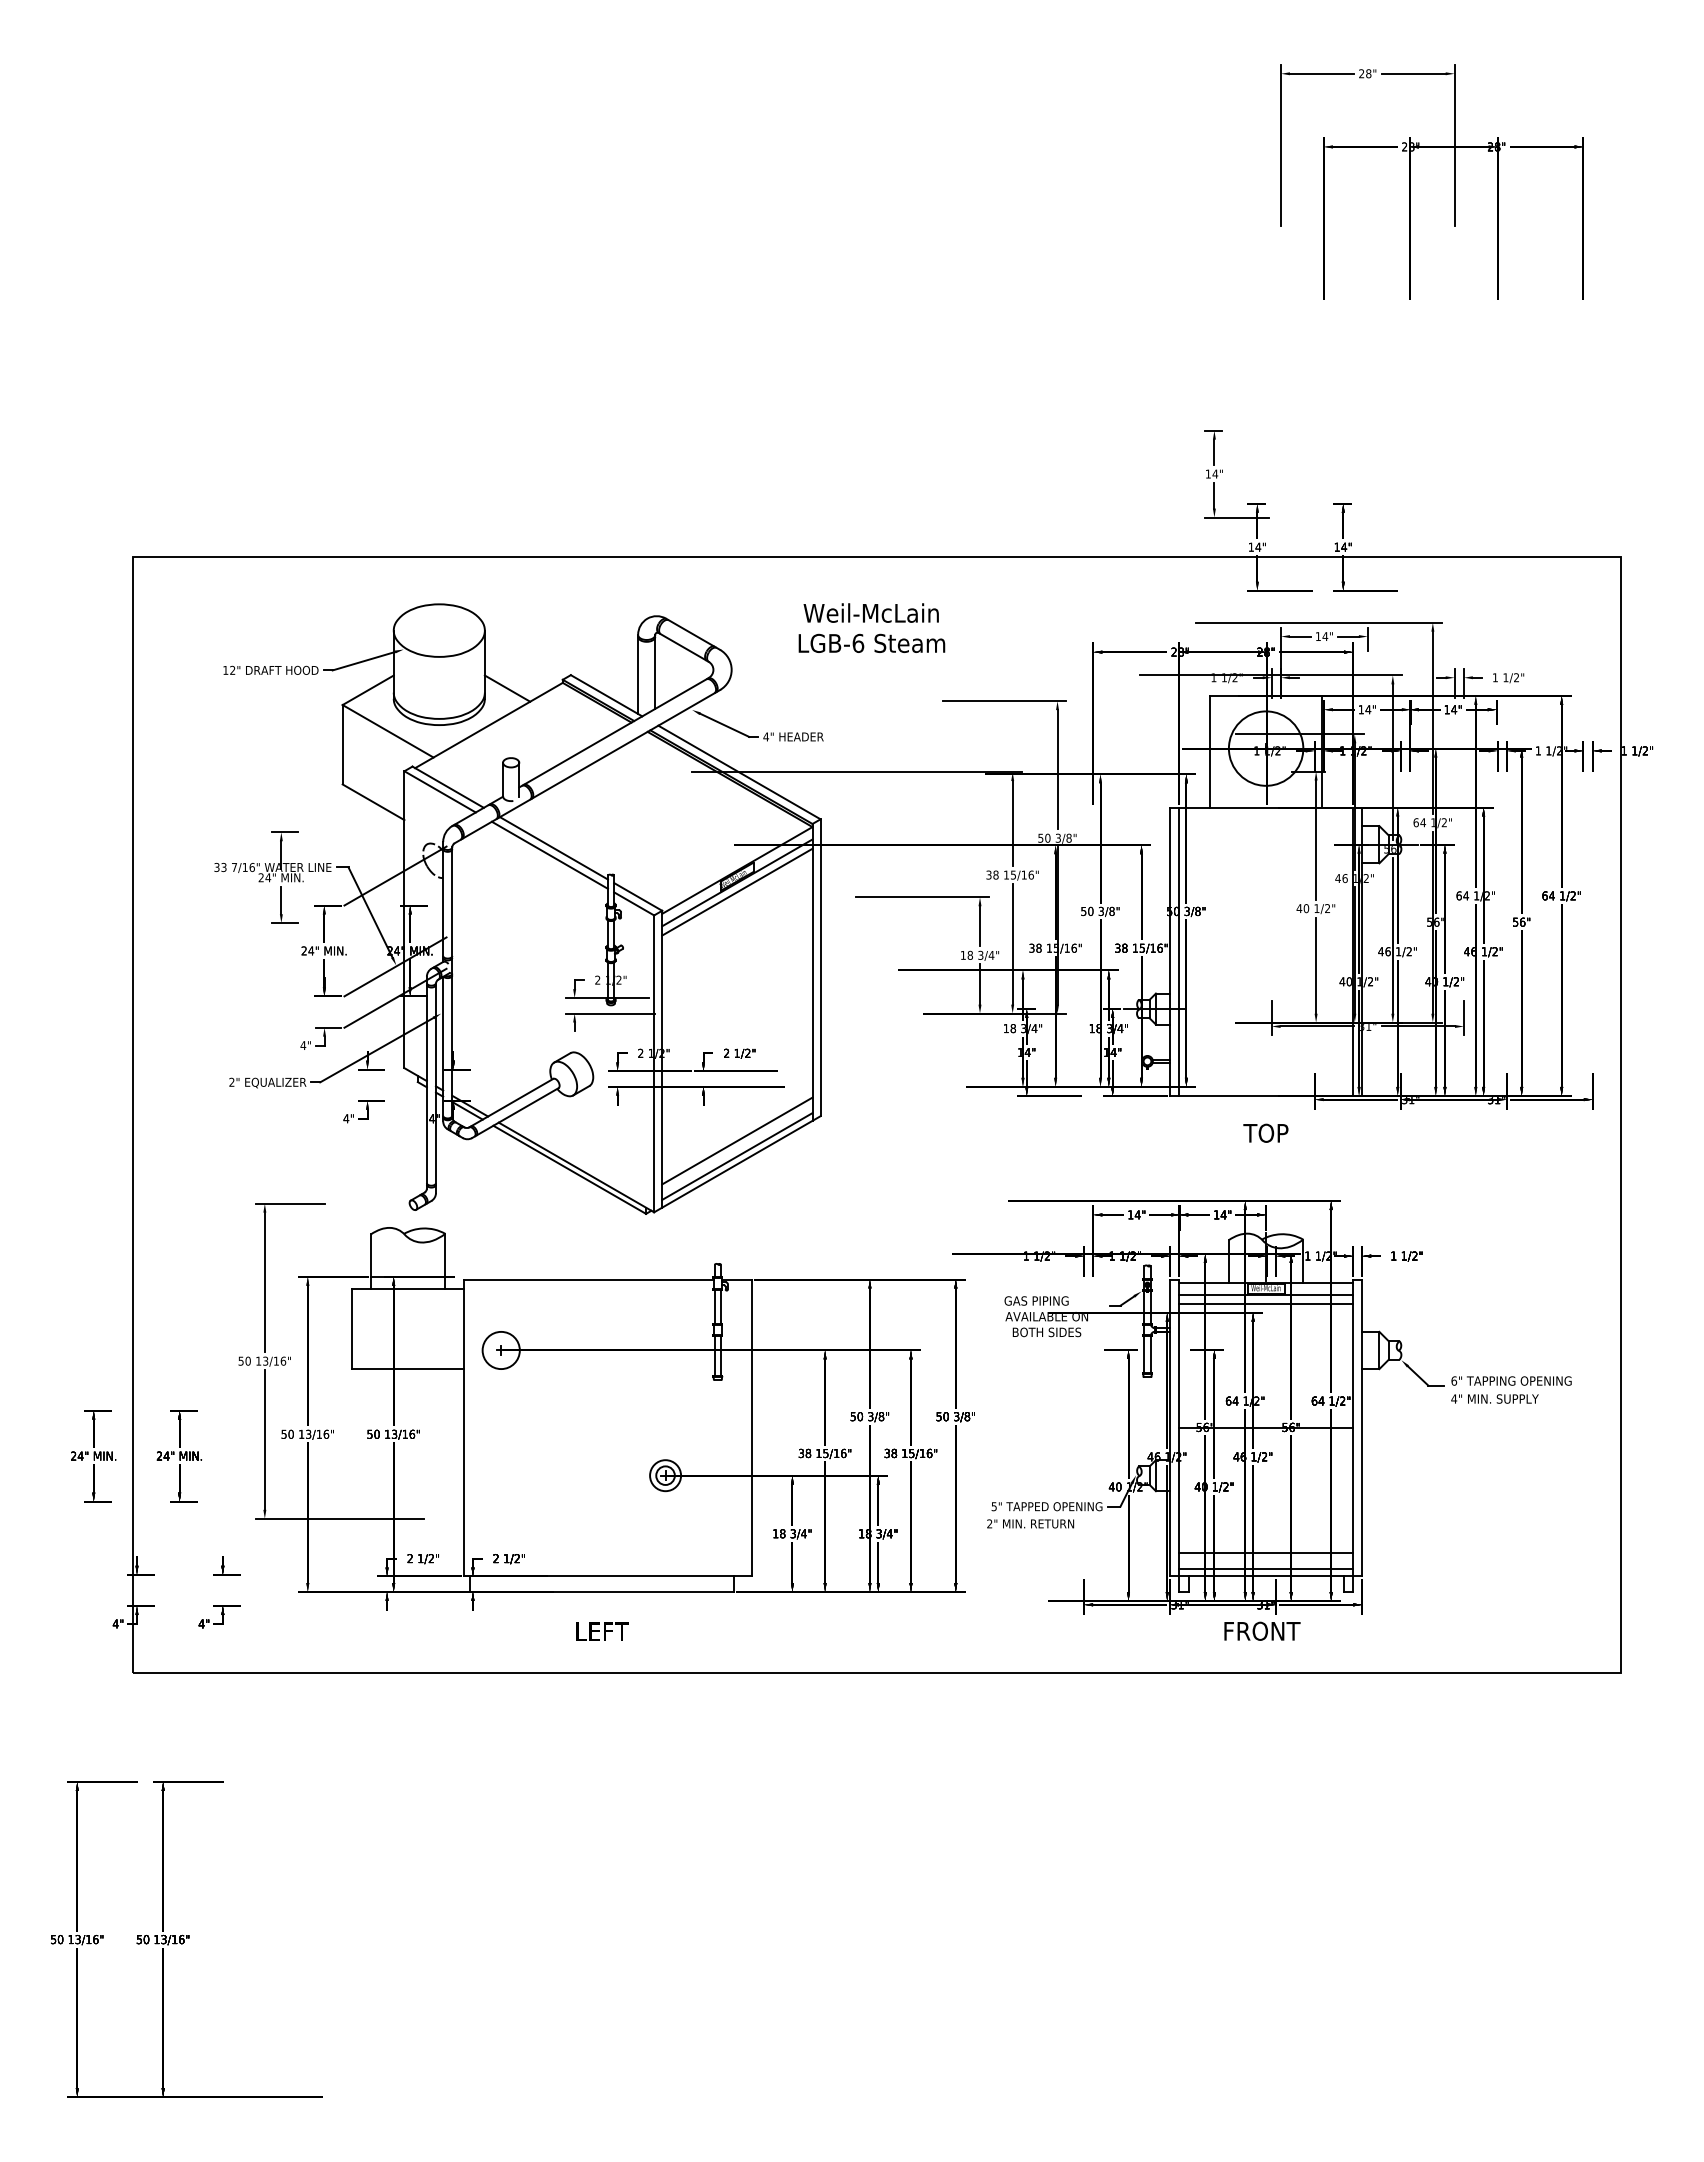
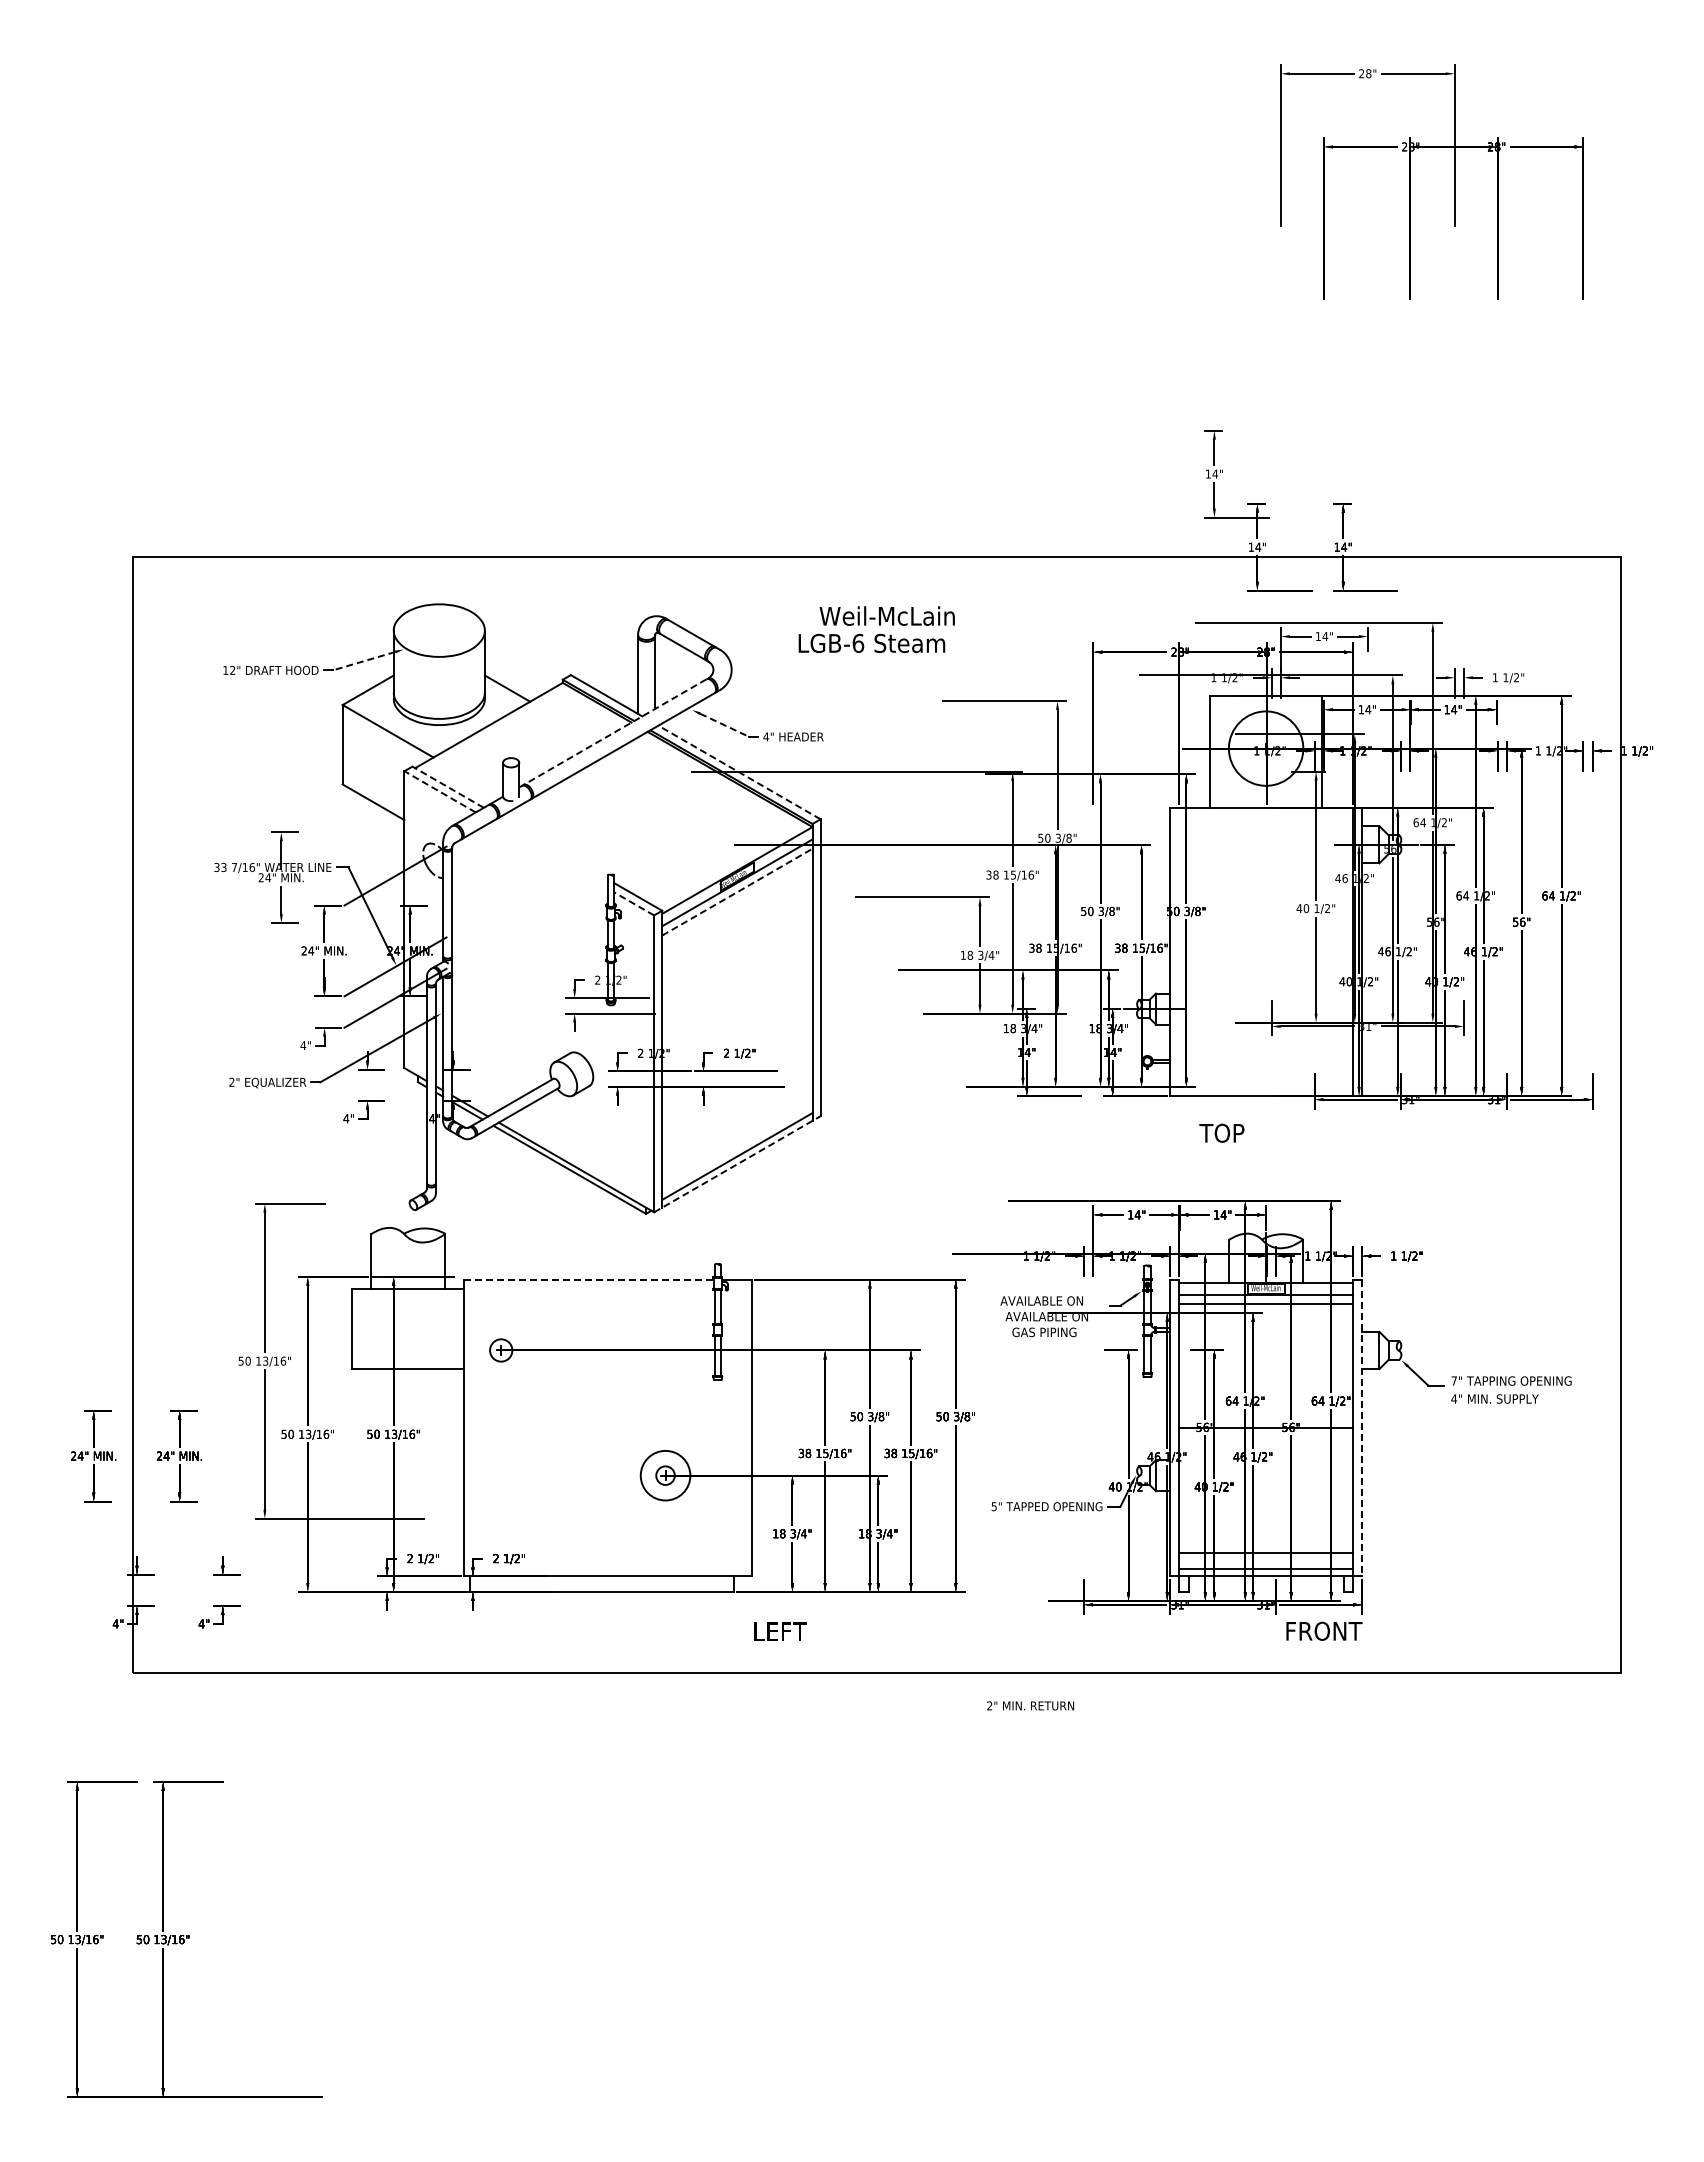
text at (870, 612) position: (870, 612) -> (886, 615)
line at (363, 661): solid -> dashed
line at (725, 725): solid -> dashed
line at (614, 732): solid -> dashed
line at (739, 772): solid -> dashed
line at (447, 786): solid -> dashed
line at (439, 791): solid -> dashed
line at (553, 848): present -> none
line at (549, 854): present -> none
line at (737, 892): solid -> dashed
line at (633, 903): solid -> dashed
line at (1179, 951): present -> none
text at (1265, 1132) position: (1265, 1132) -> (1221, 1132)
line at (737, 1140): present -> none
line at (737, 1164): solid -> dashed
line at (589, 1279): solid -> dashed
text at (1041, 1300): GAS PIPING -> AVAILABLE ON
text at (1046, 1332): BOTH SIDES -> GAS PIPING
circle at (500, 1350) diameter: 37 px -> 22 px
text at (1454, 1380): 6" -> 7"
line at (1362, 1428): solid -> dashed
circle at (665, 1475) diameter: 31 px -> 50 px
text at (1030, 1523) position: (1030, 1523) -> (1030, 1705)
text at (1262, 1630) position: (1262, 1630) -> (1324, 1630)
text at (602, 1631) position: (602, 1631) -> (780, 1631)
